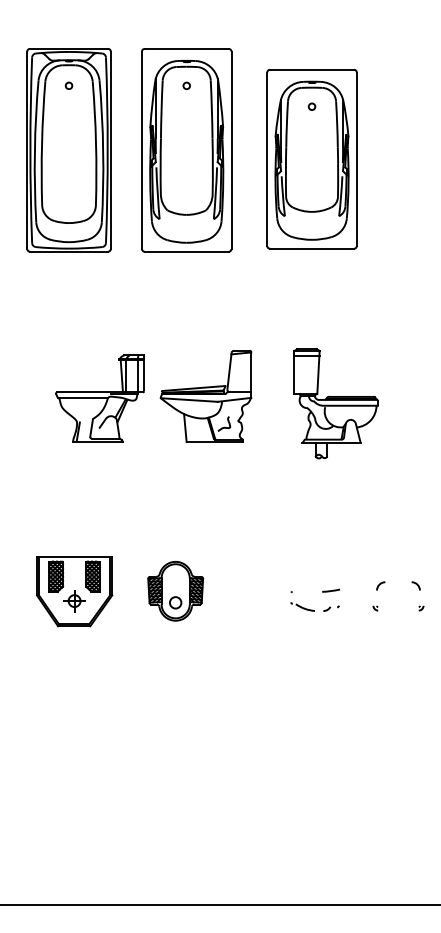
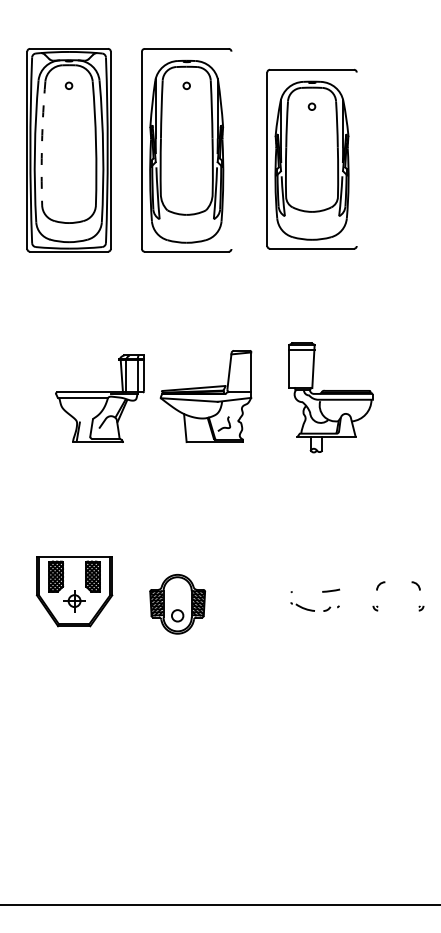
arc at (42, 143): solid -> dashed
line at (231, 150): present -> none
line at (356, 159): present -> none
part at (335, 403) position: (335, 403) -> (330, 397)
part at (175, 591) position: (175, 591) -> (177, 604)
